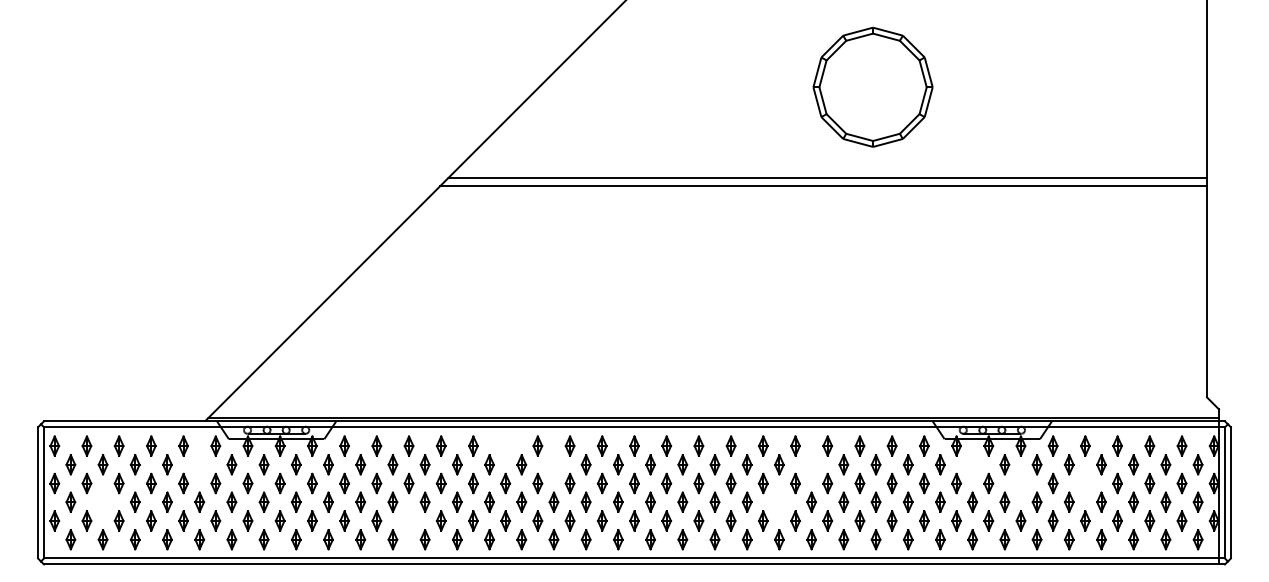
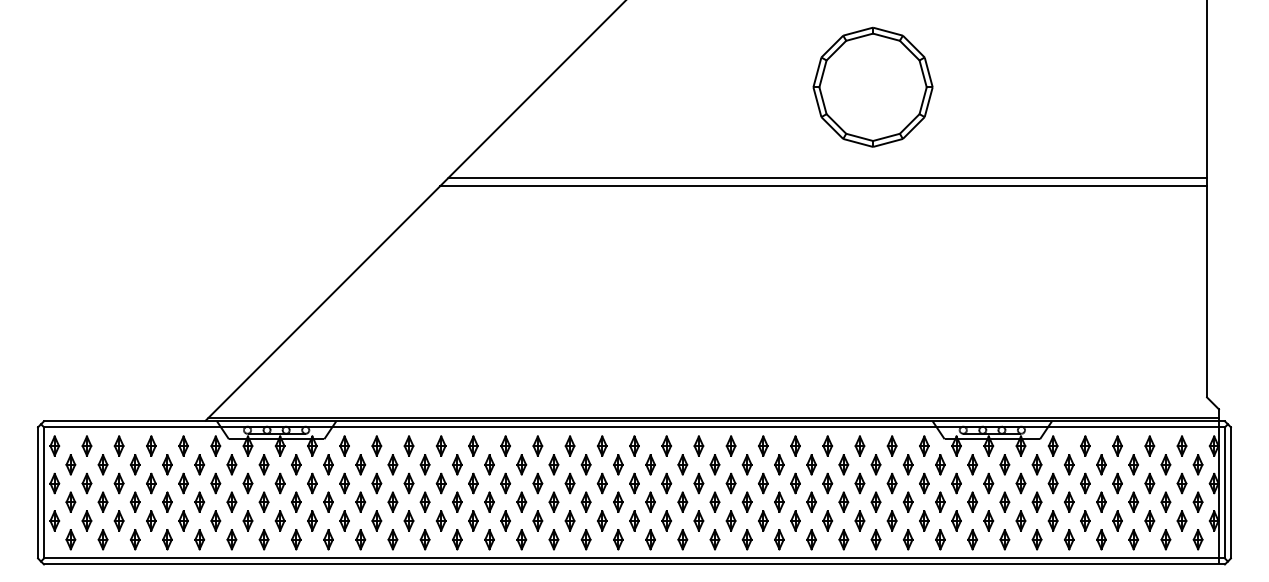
part at (505, 445): none -> present
part at (199, 464): none -> present
part at (553, 464): none -> present
part at (811, 464): none -> present
part at (972, 464): none -> present
part at (1020, 483): none -> present
part at (1085, 483): none -> present
part at (102, 501): none -> present
part at (779, 501): none -> present
part at (408, 520): none -> present
